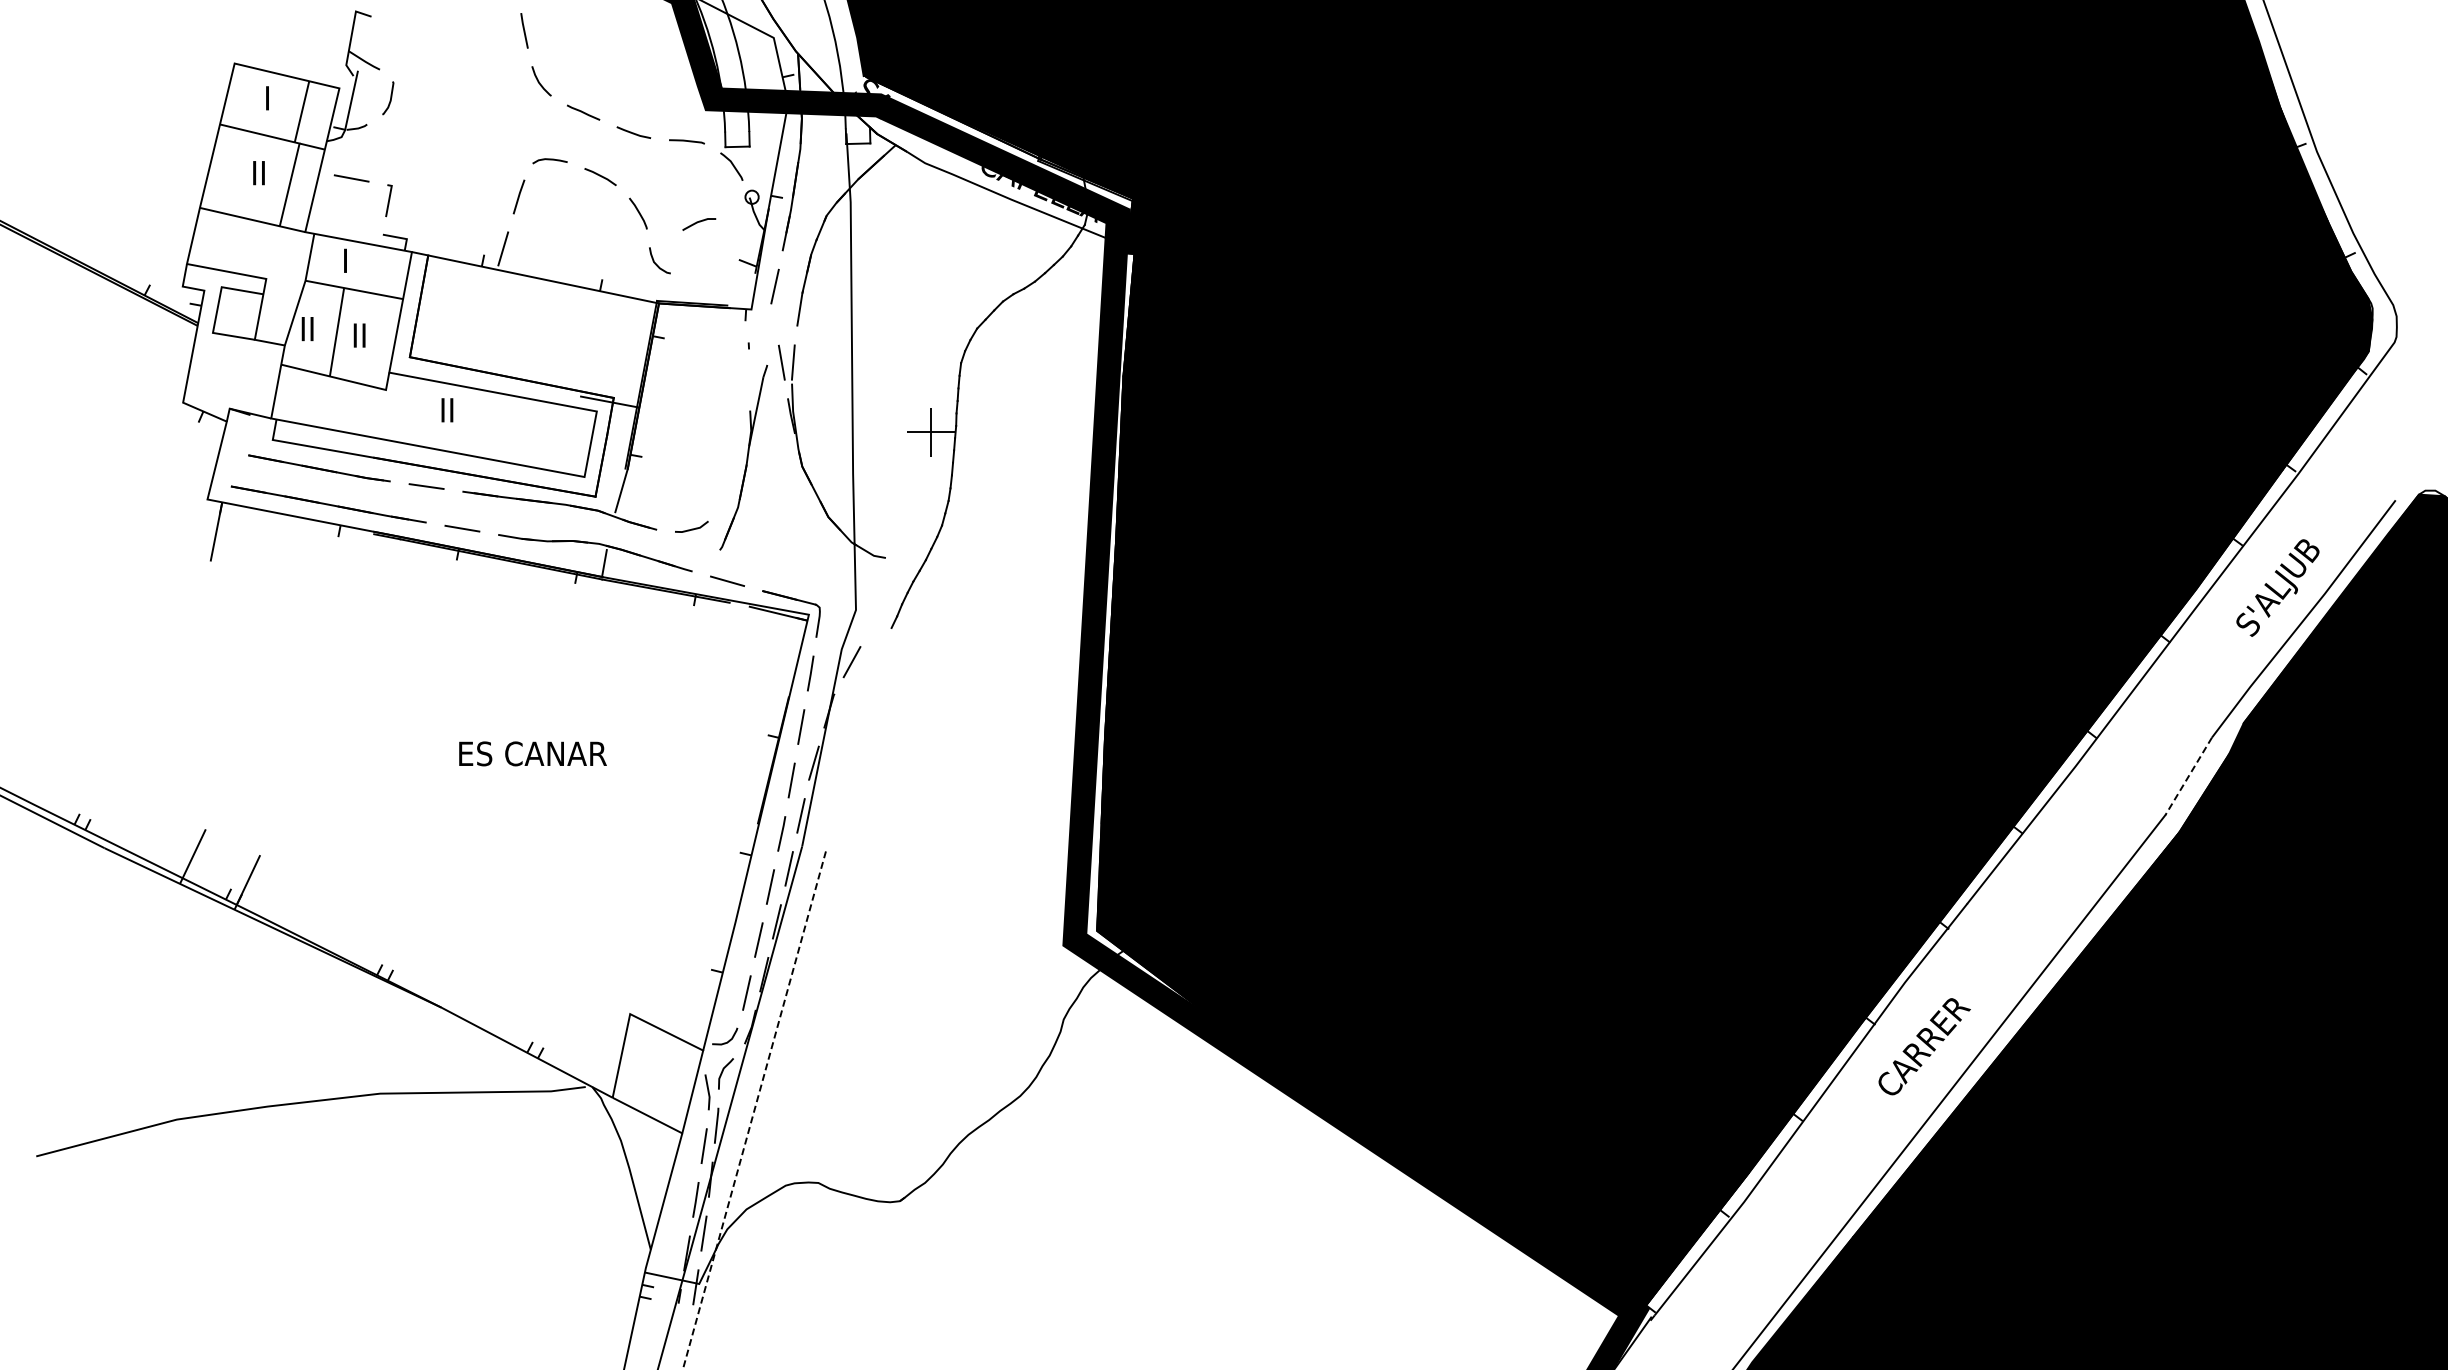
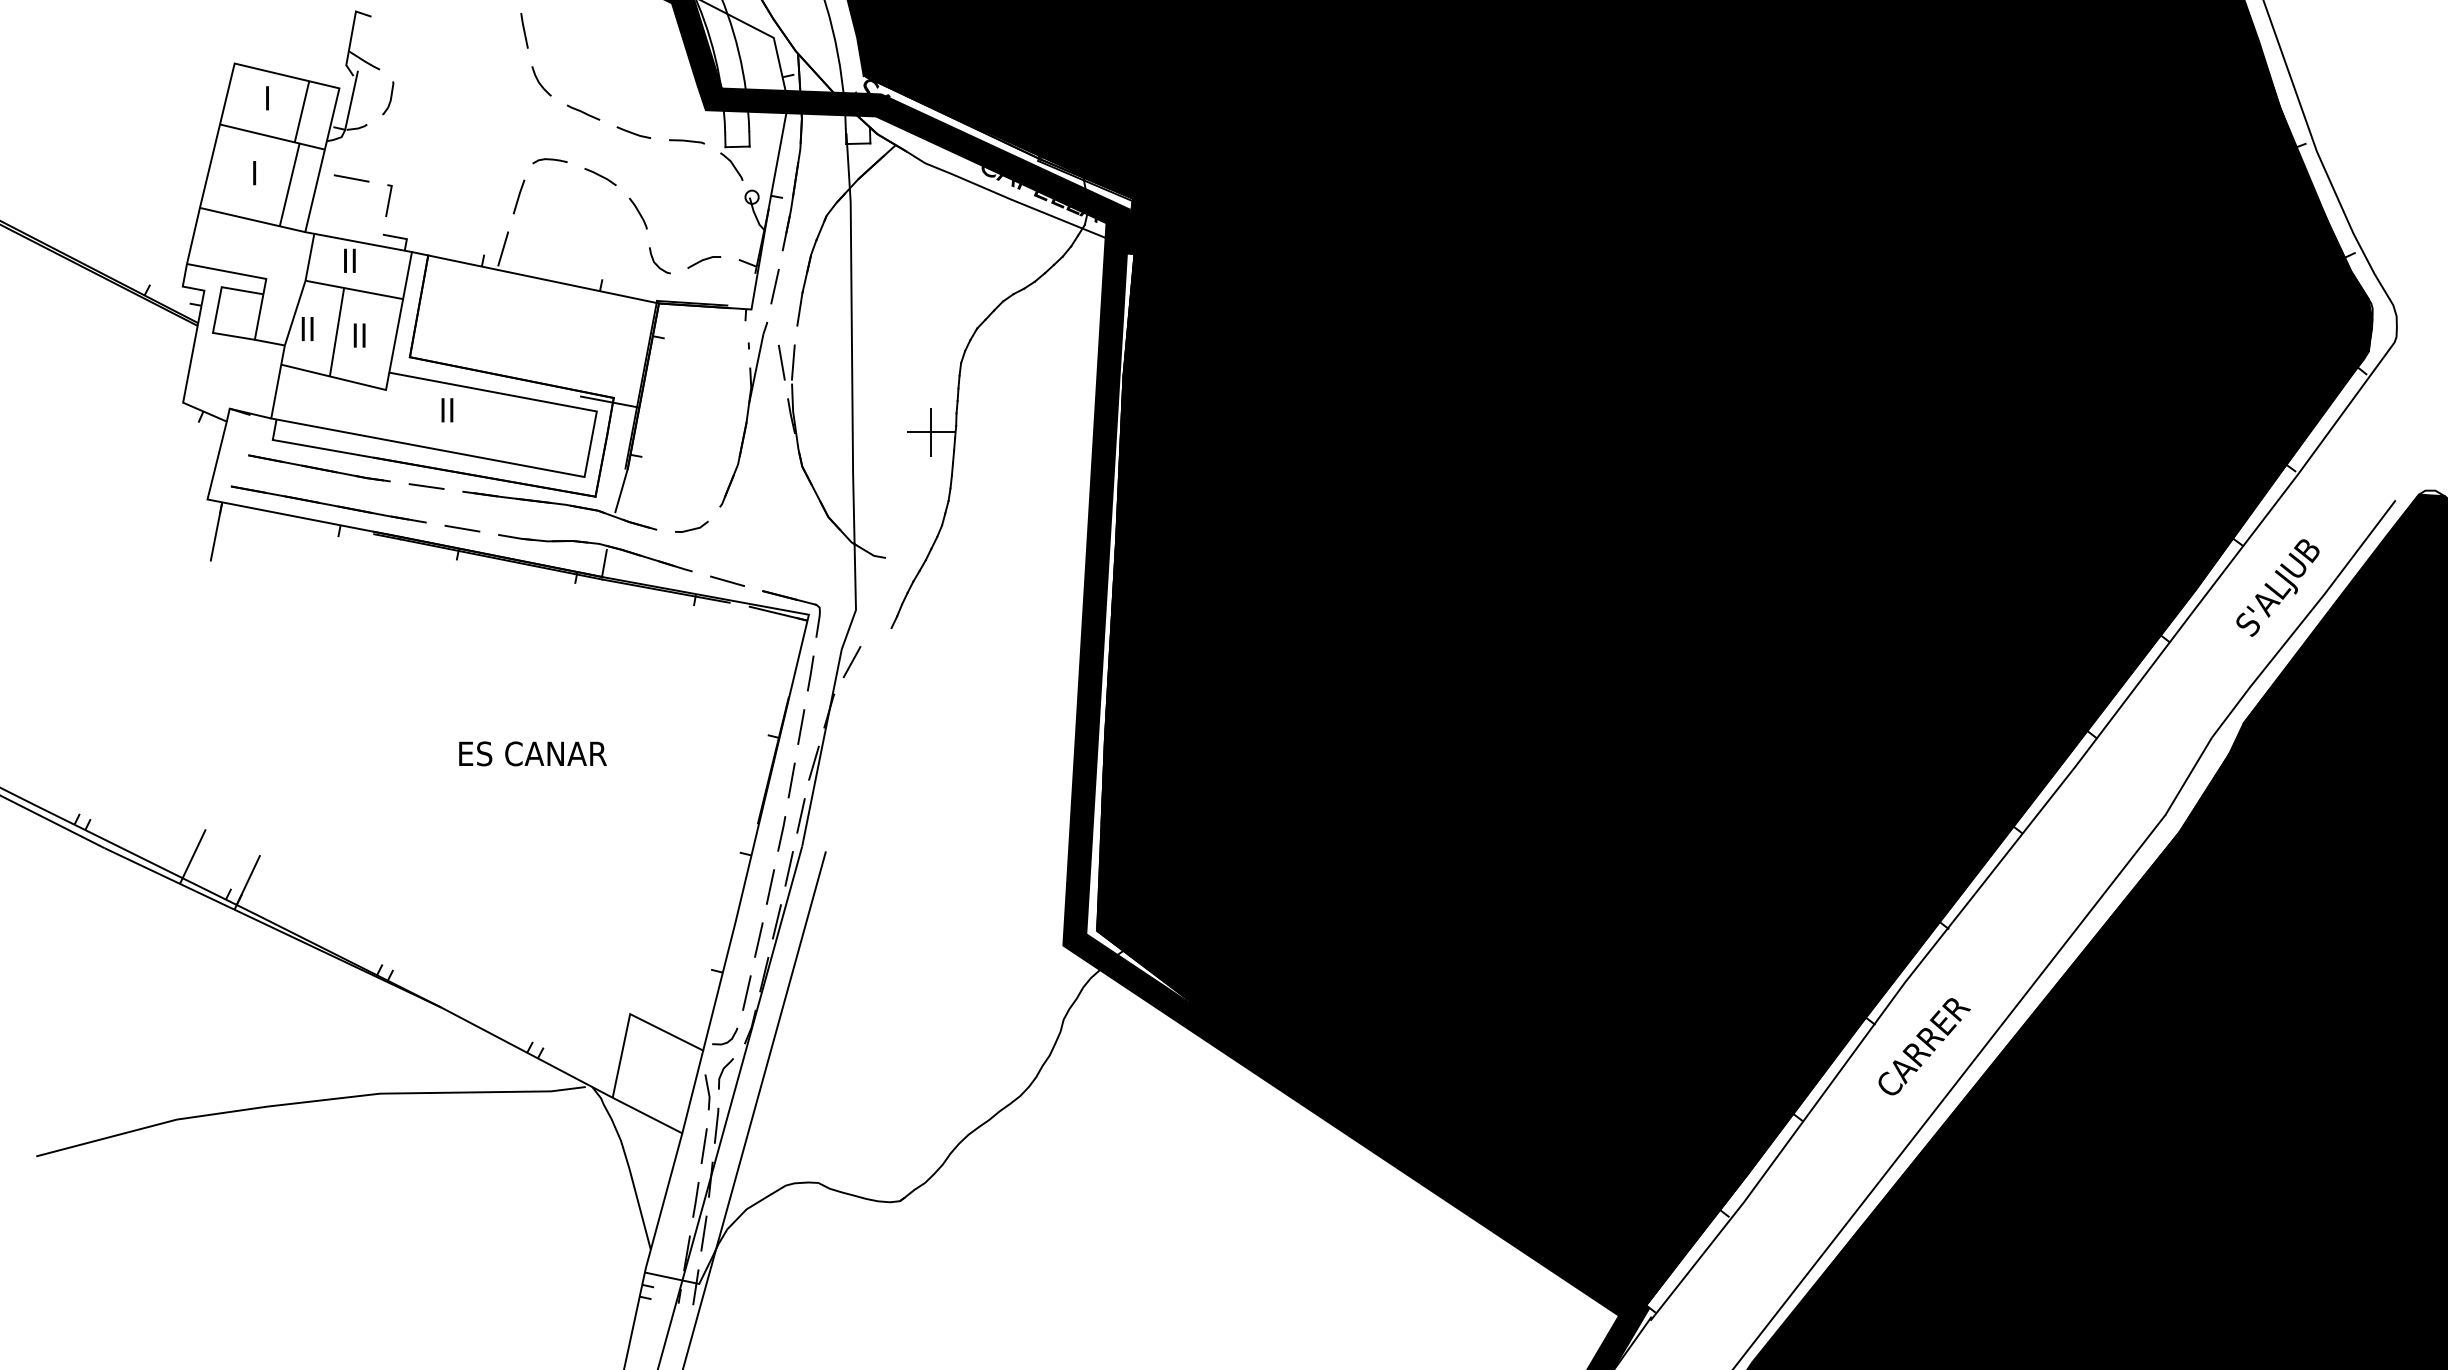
text at (263, 173): II -> I
curve at (699, 222) position: (699, 222) -> (704, 260)
text at (353, 260): I -> II
part at (743, 457) position: (743, 457) -> (743, 414)
line at (2188, 776): dashed -> solid
line at (754, 1110): dashed -> solid
